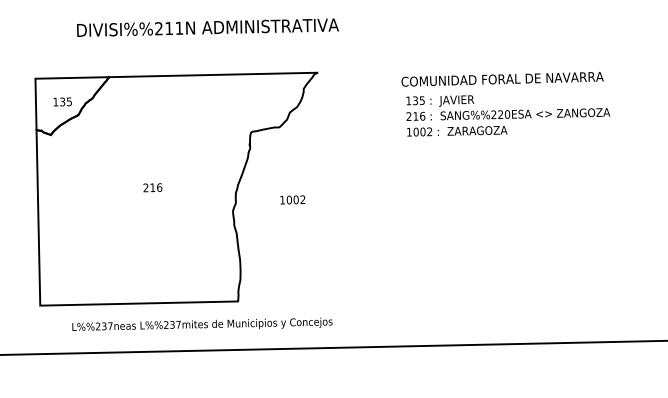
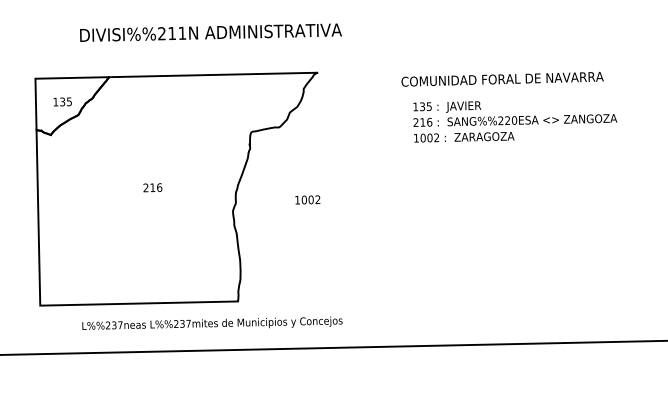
text at (207, 27) position: (207, 27) -> (210, 32)
text at (508, 115) position: (508, 115) -> (515, 121)
text at (292, 199) position: (292, 199) -> (307, 199)
text at (202, 323) position: (202, 323) -> (212, 322)
